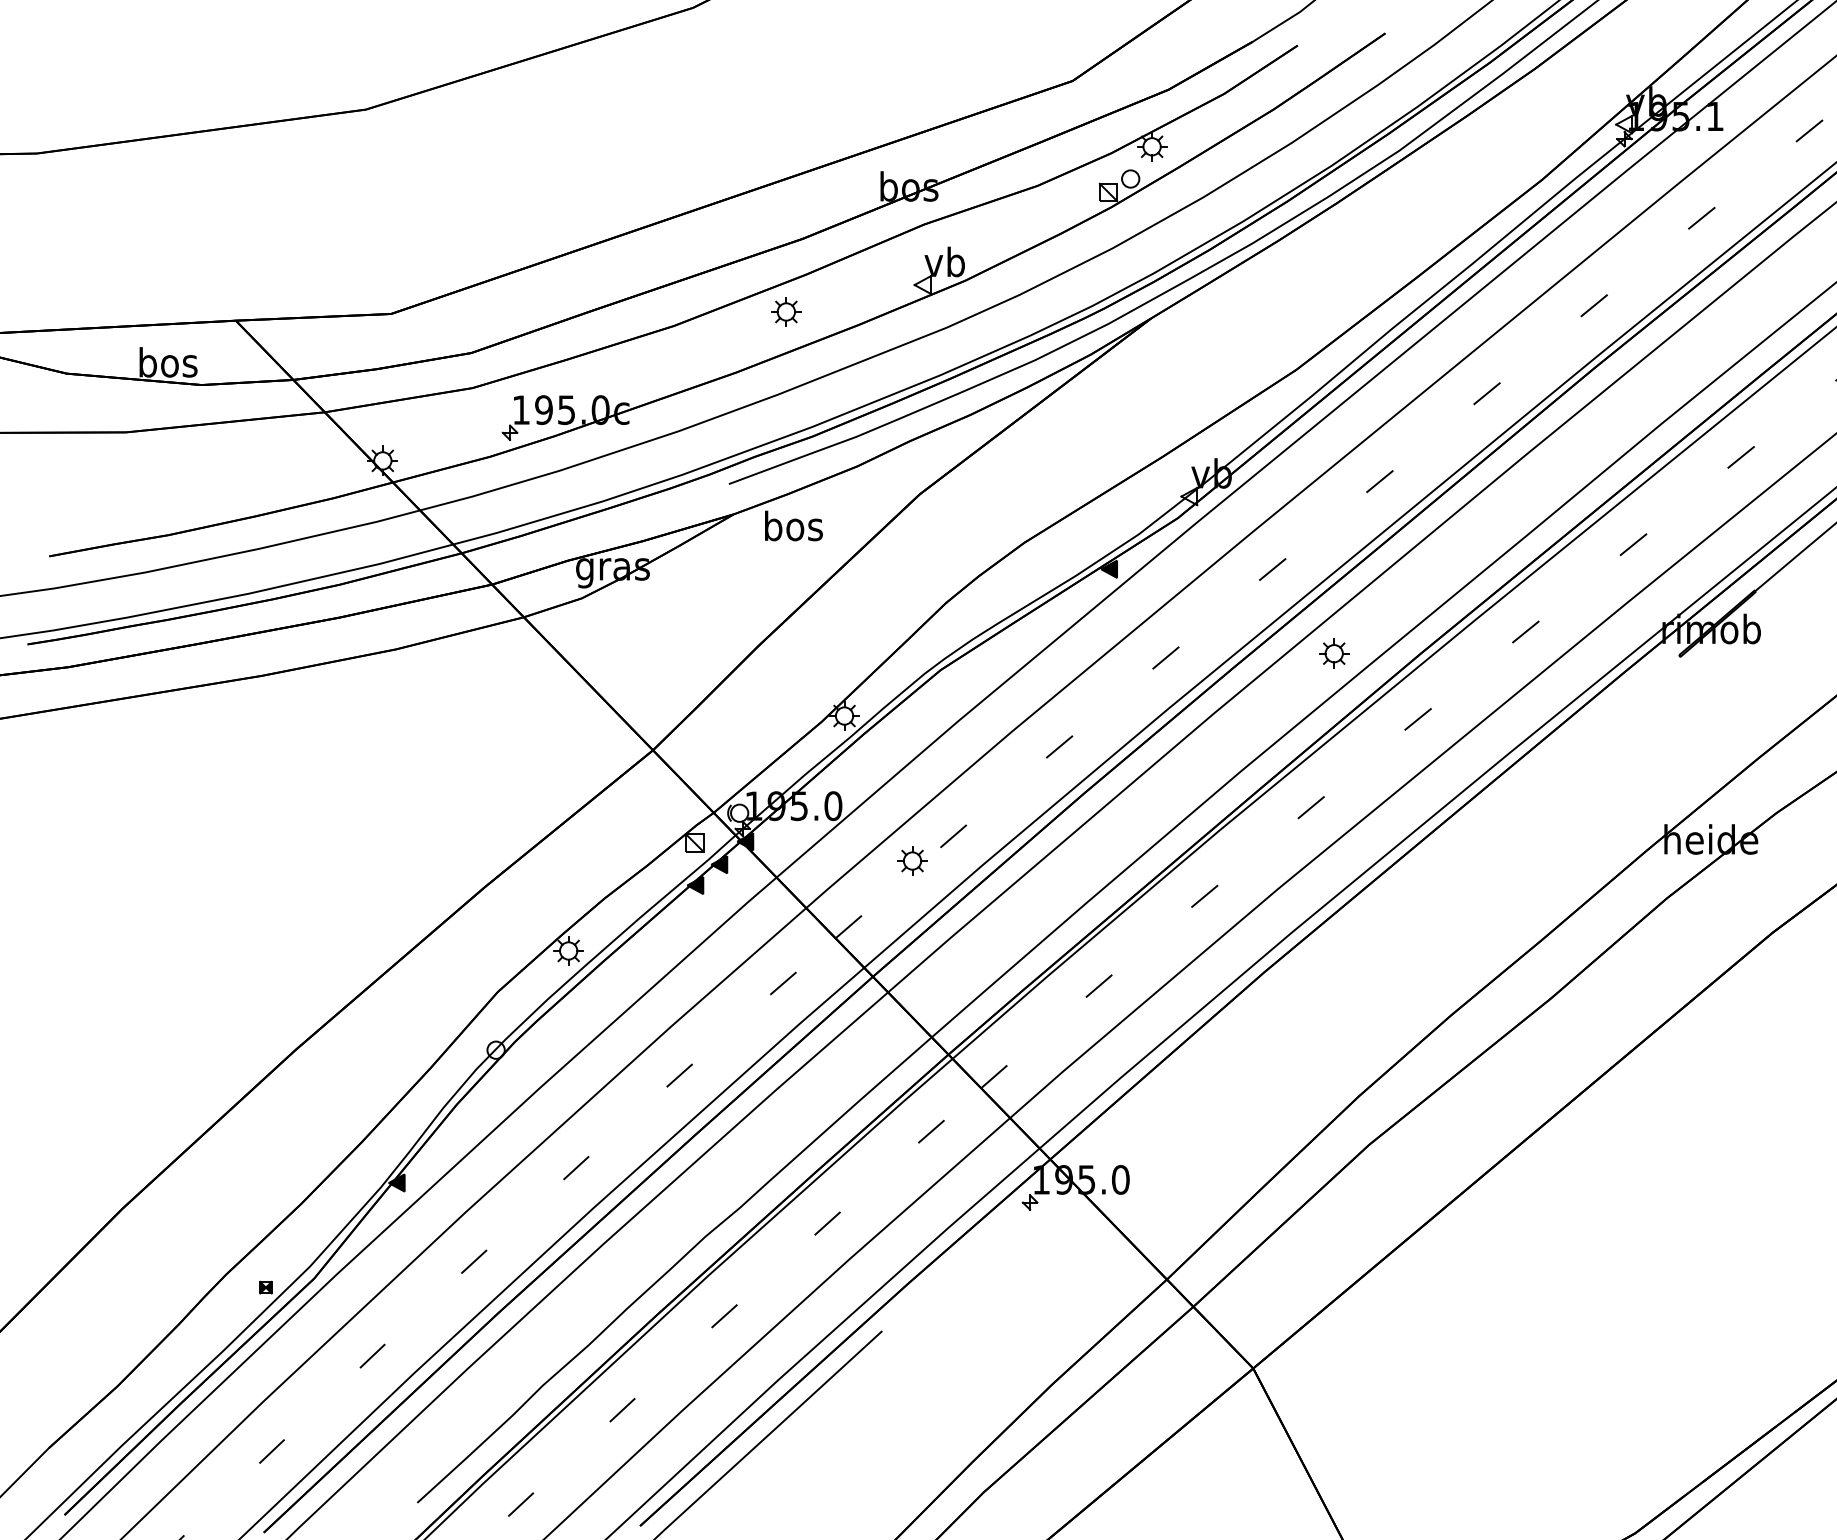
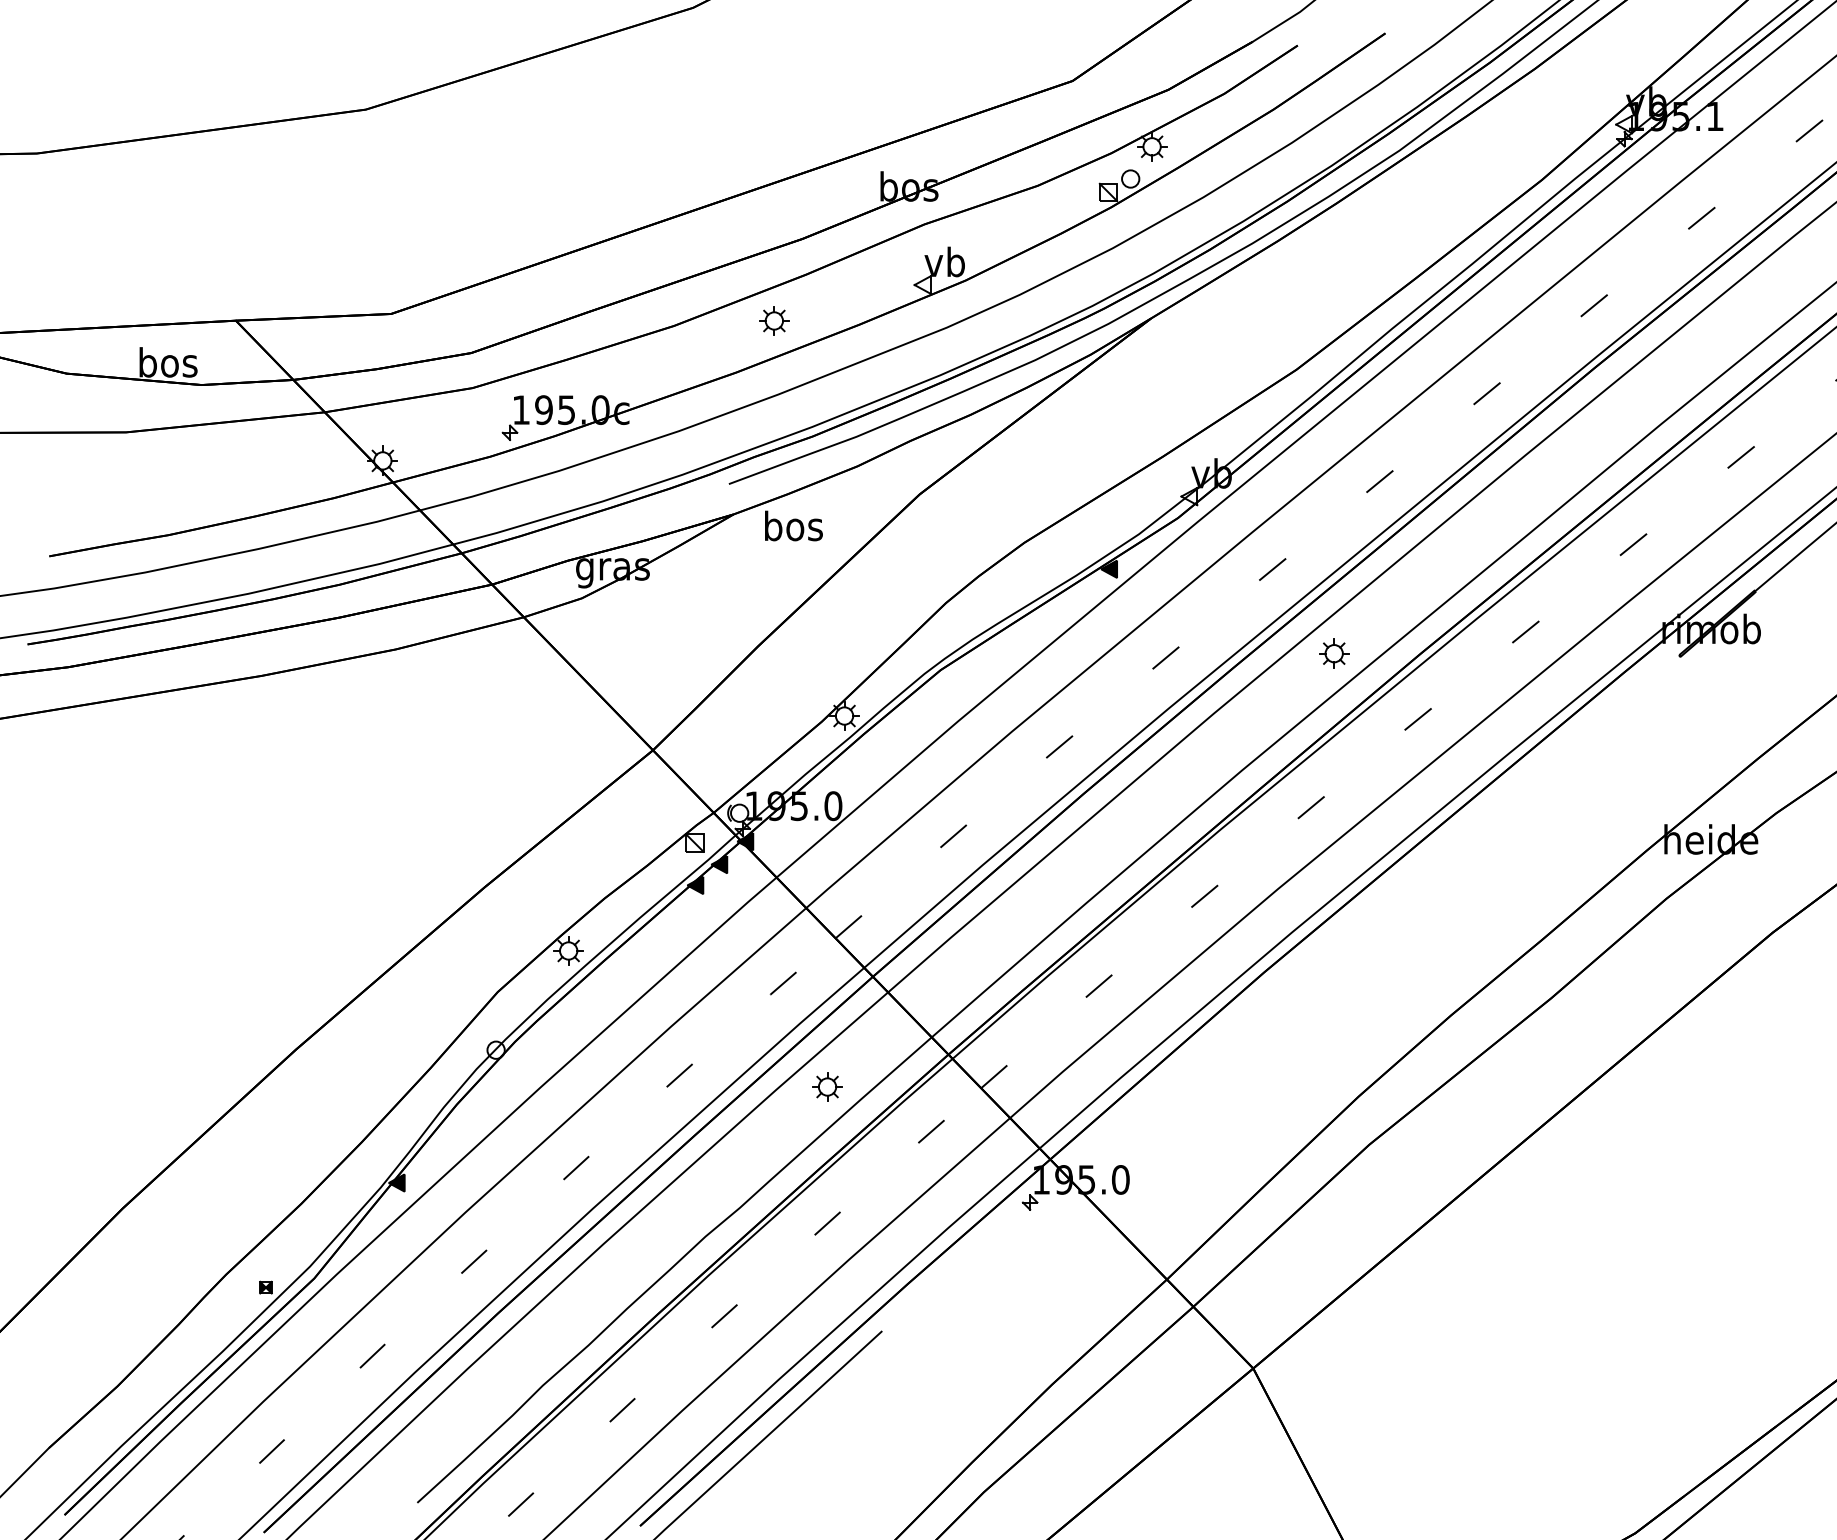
part at (786, 311) position: (786, 311) -> (774, 320)
part at (912, 860) position: (912, 860) -> (827, 1086)
